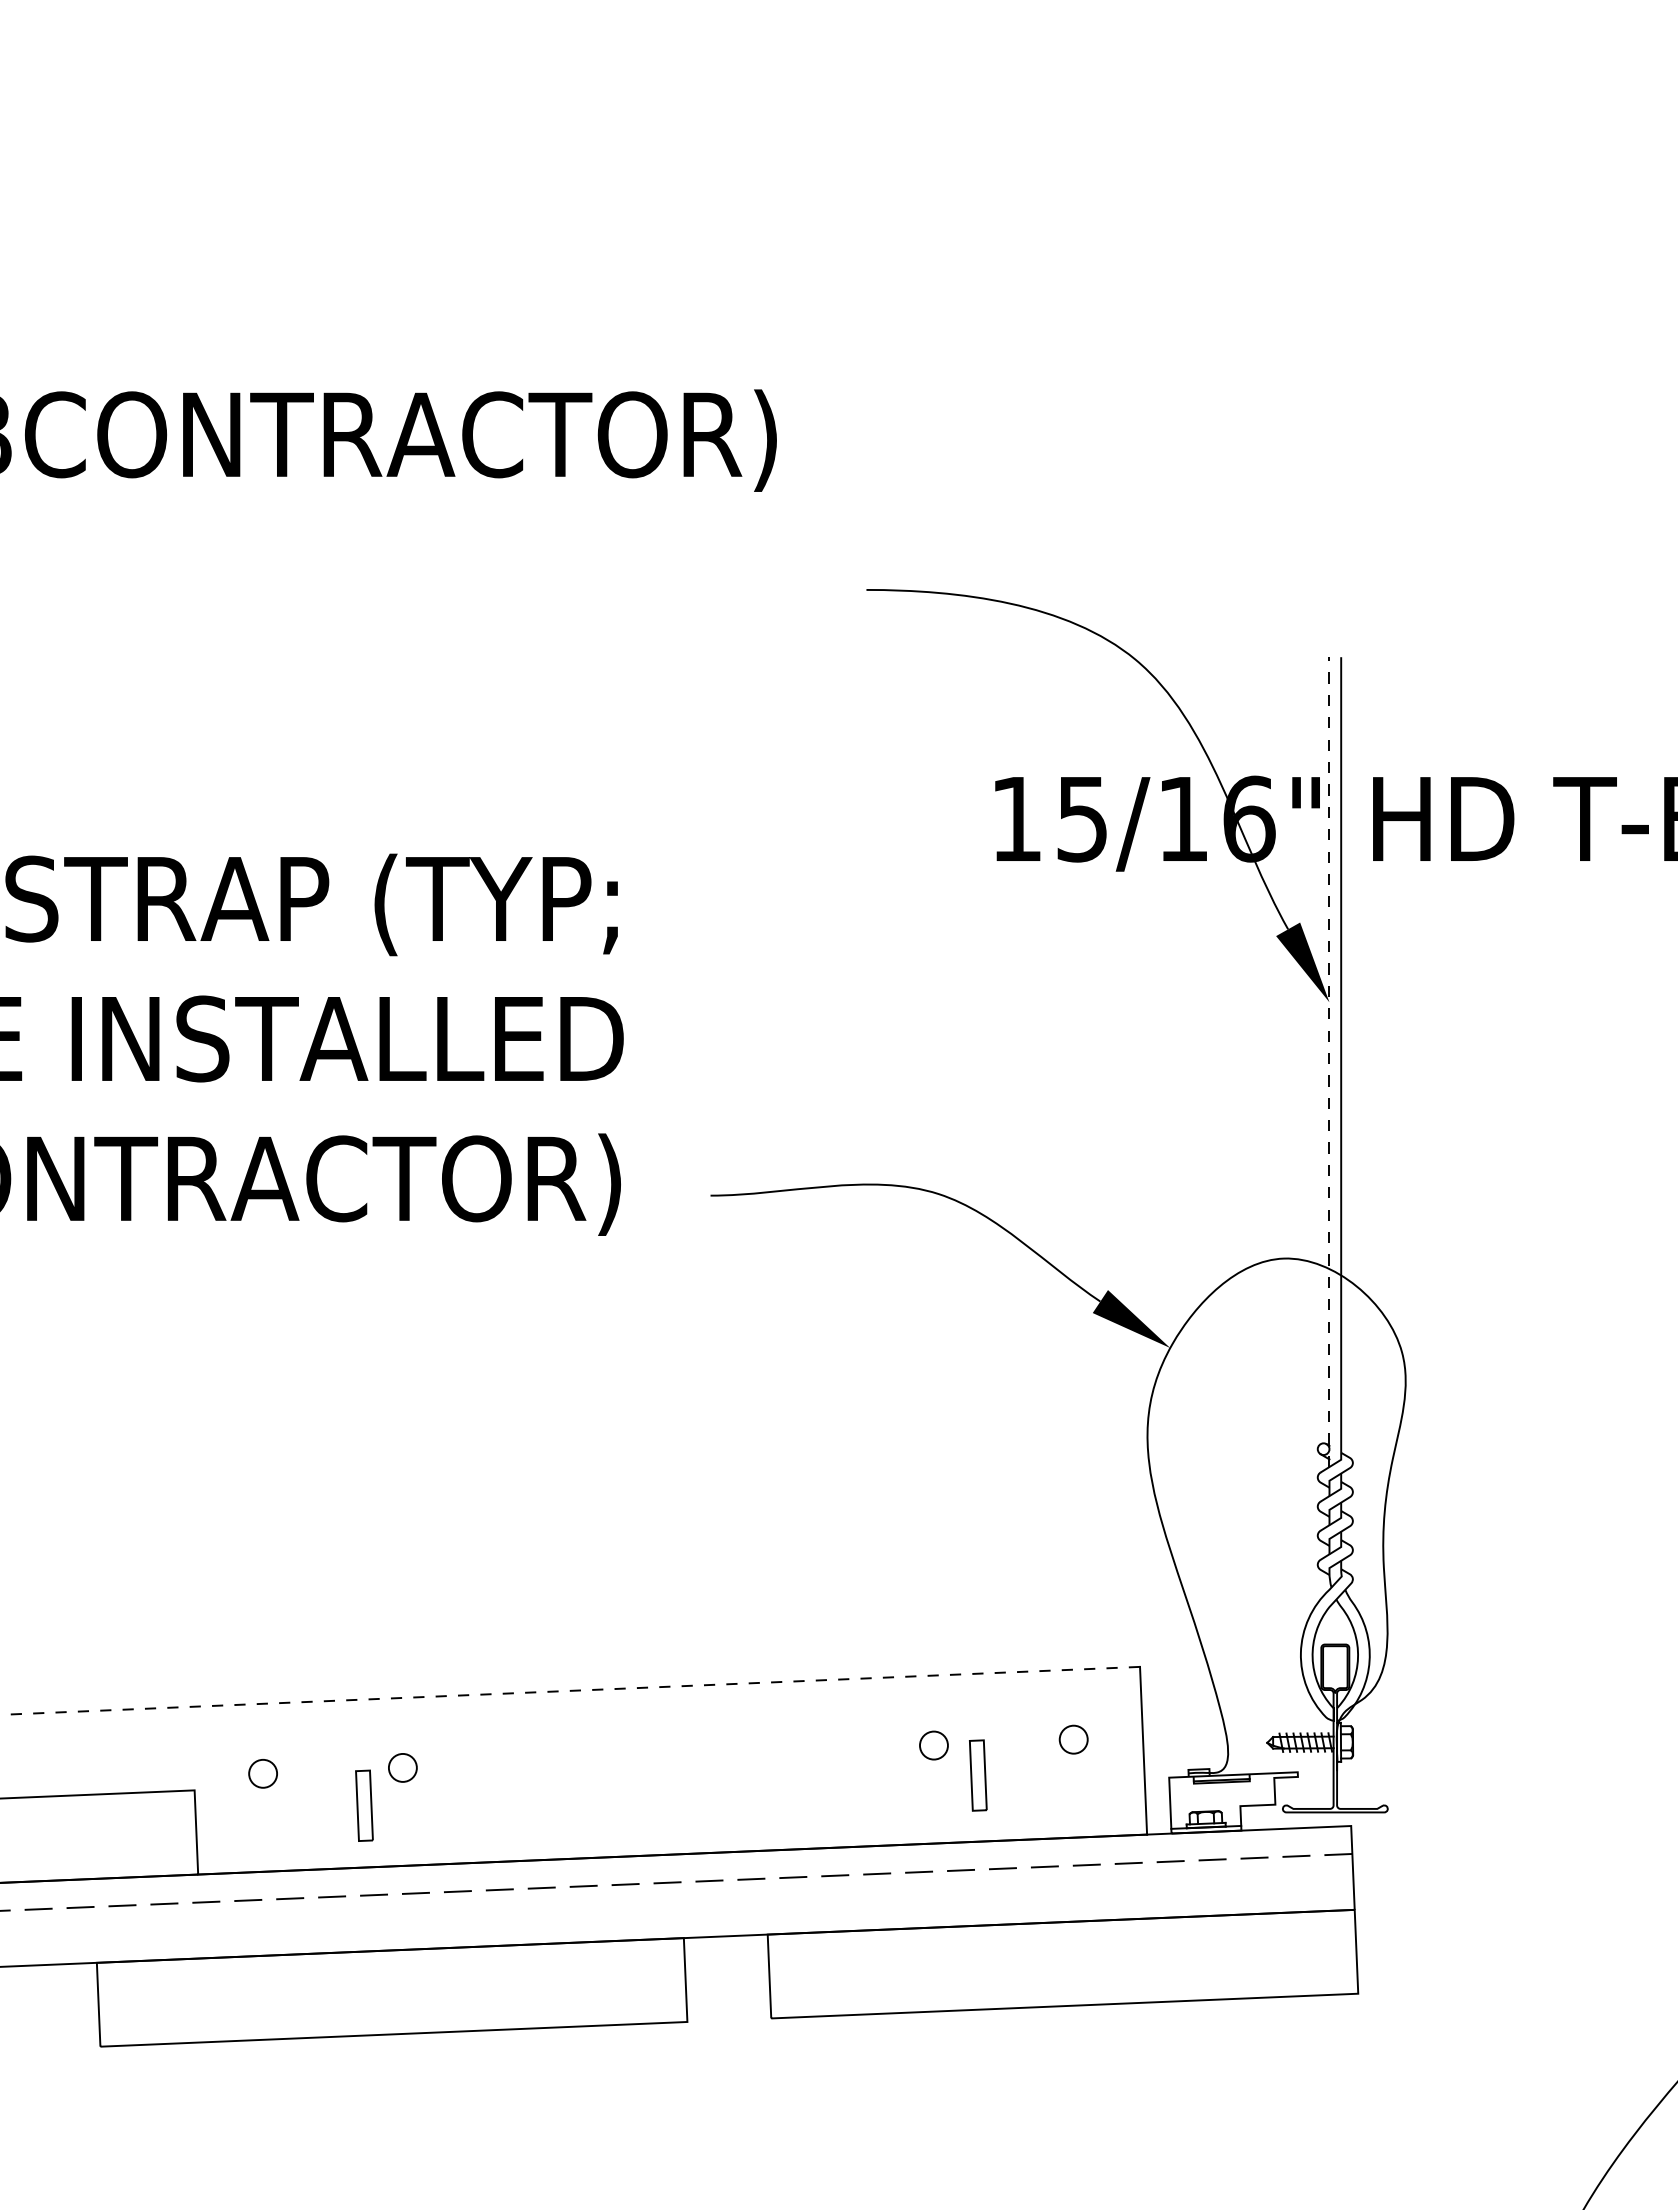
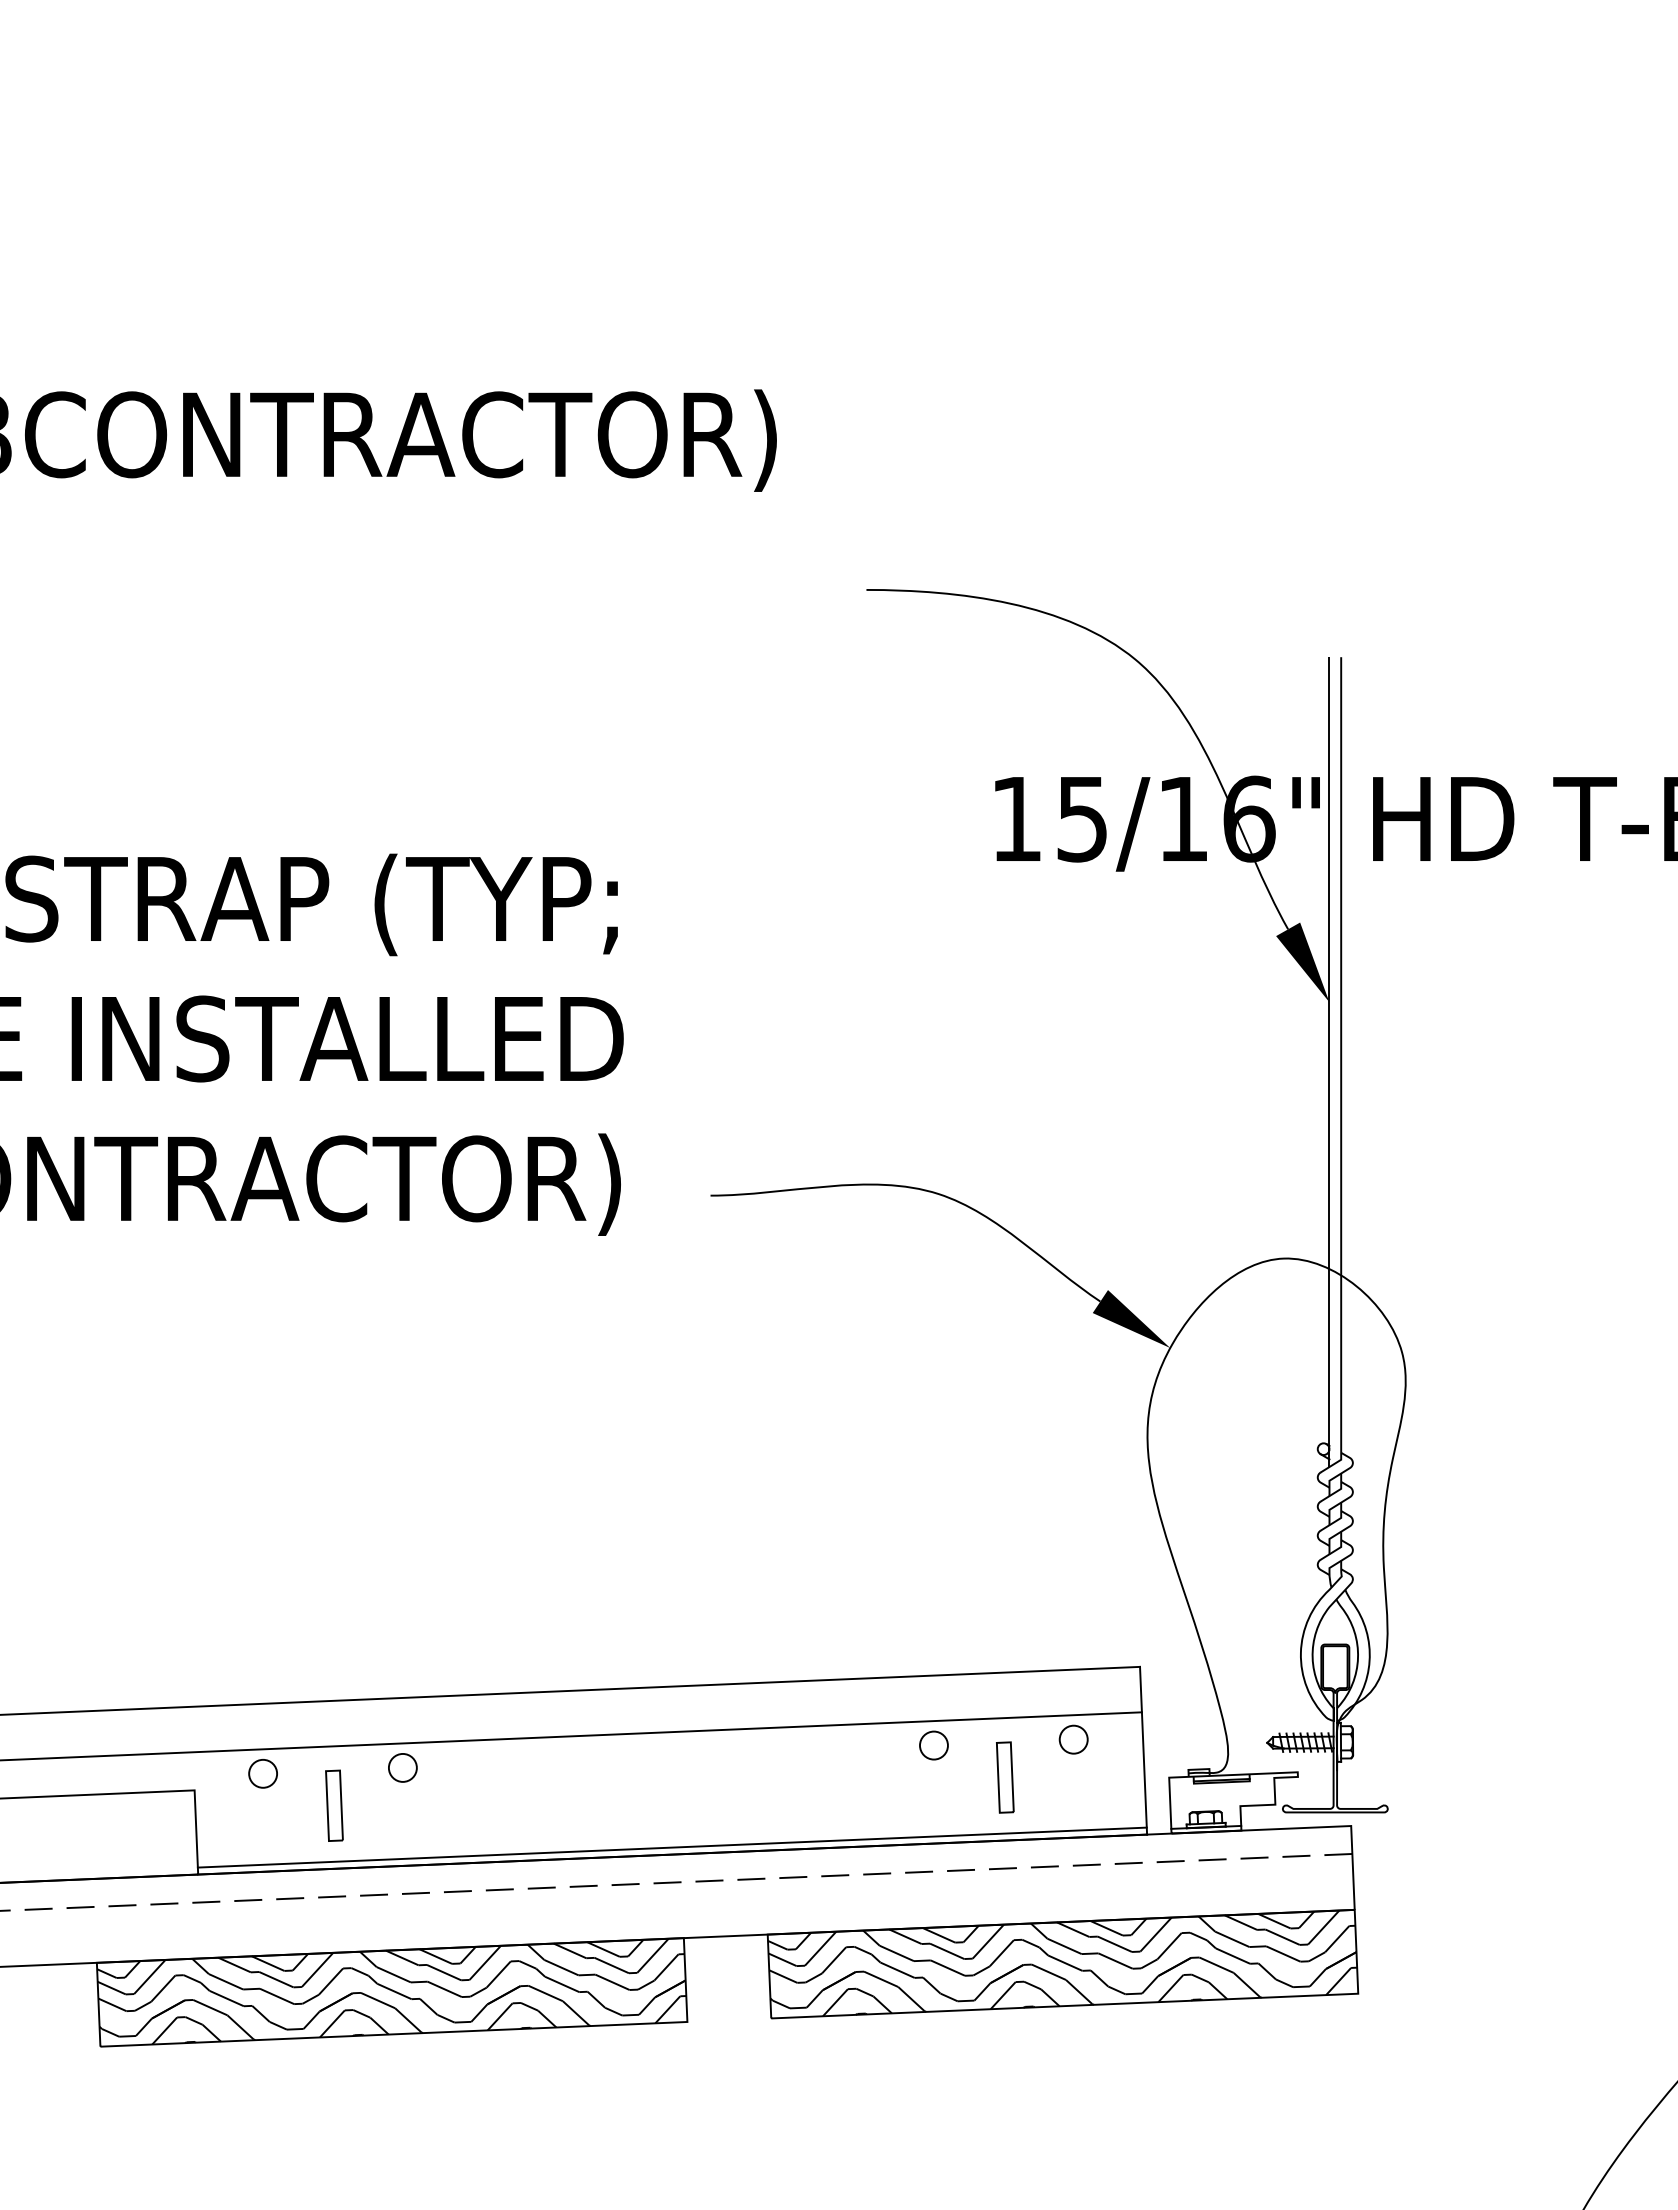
line at (1329, 1062): dashed -> solid
line at (569, 1690): dashed -> solid
line at (571, 1736): none -> present
part at (978, 1775) position: (978, 1775) -> (1005, 1777)
part at (364, 1805) position: (364, 1805) -> (334, 1805)
line at (671, 1847): none -> present
hatch at (1062, 1963): none -> present
hatch at (391, 1991): none -> present
